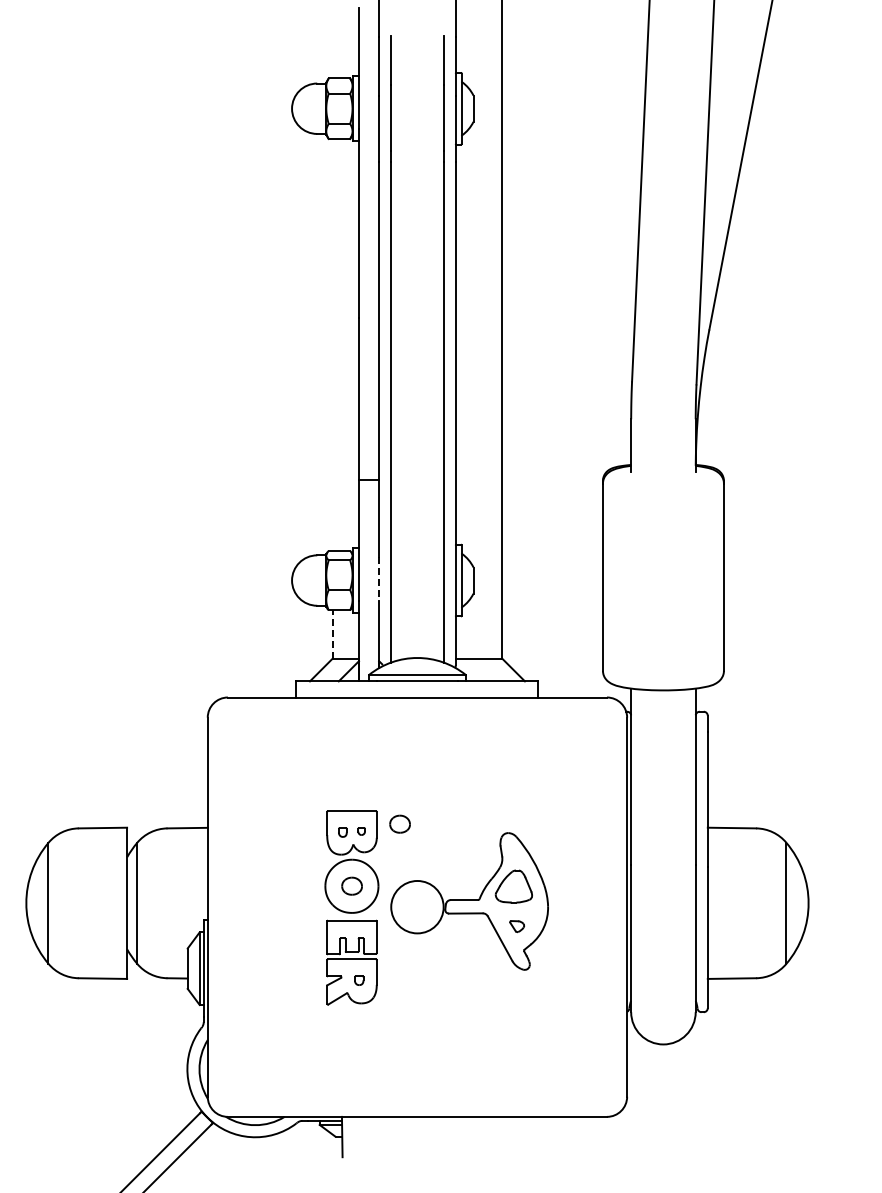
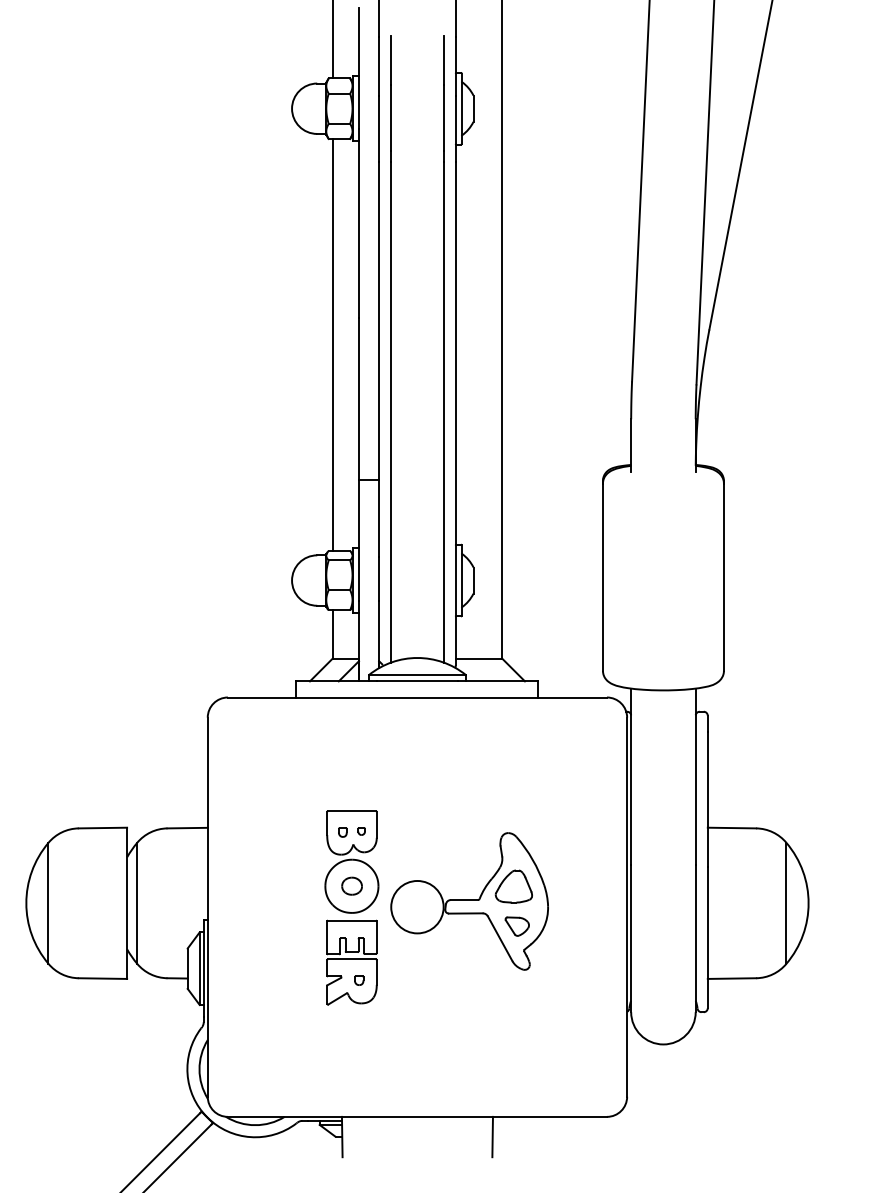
line at (332, 40): none -> present
line at (332, 344): none -> present
line at (379, 579): dashed -> solid
line at (332, 633): dashed -> solid
part at (399, 823): present -> none
part at (517, 926) size: 17x14 px -> 26x21 px
line at (492, 1136): none -> present
